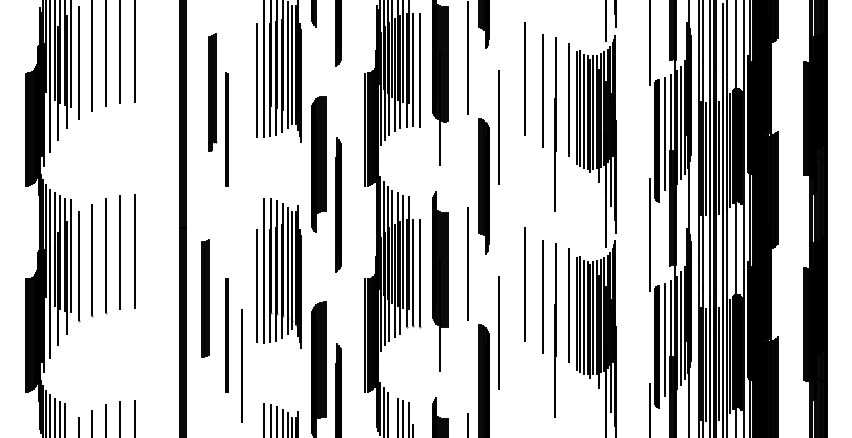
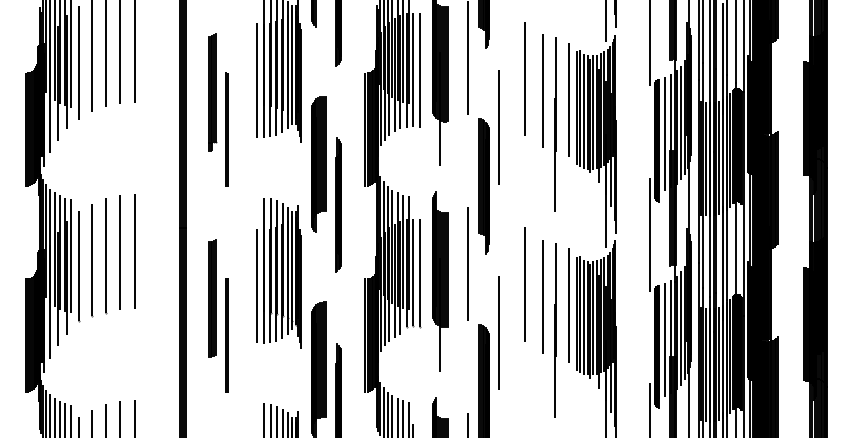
part at (205, 298) position: (205, 298) -> (212, 298)
line at (241, 365): present -> none
line at (392, 414): none -> present
line at (70, 419): none -> present
